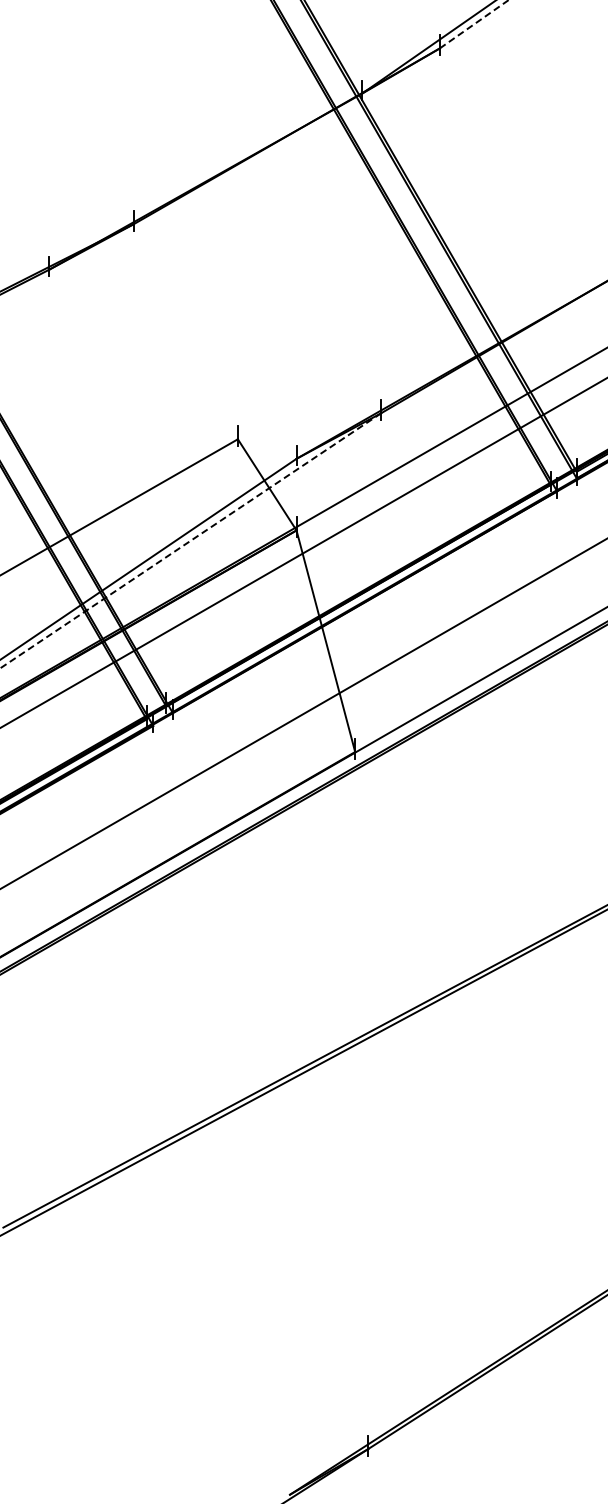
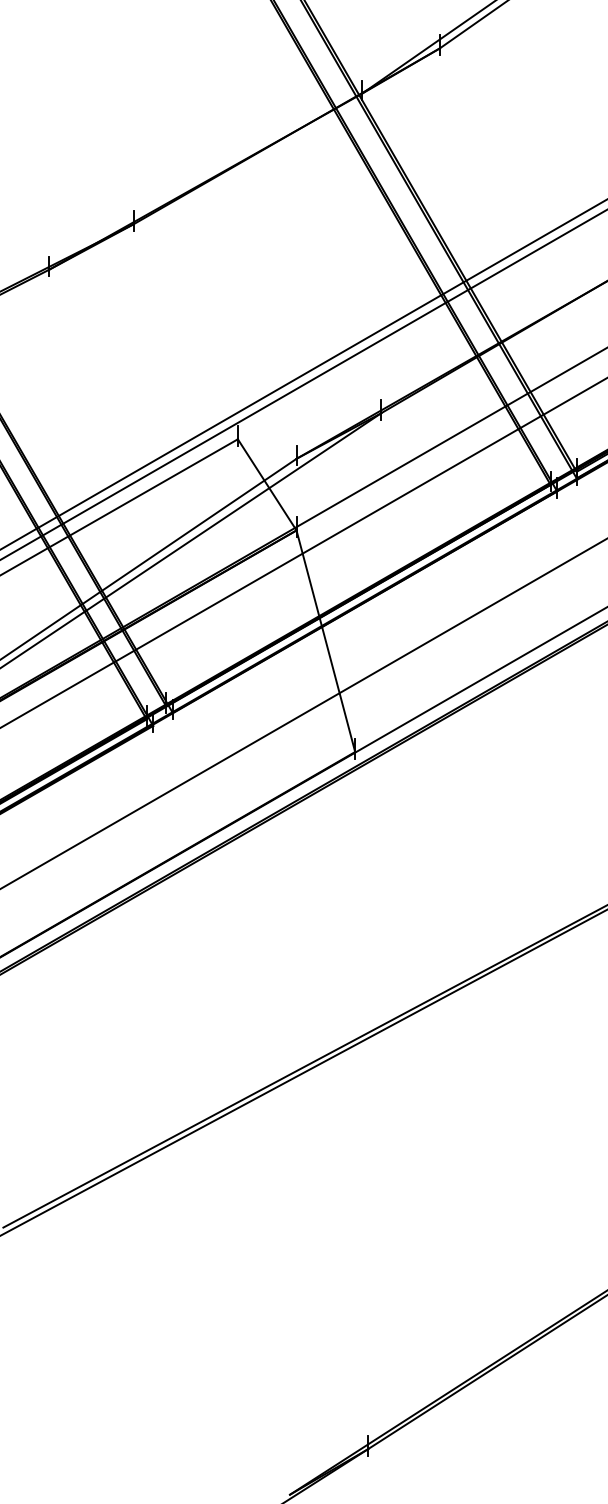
line at (474, 24): dashed -> solid
line at (303, 374): none -> present
line at (303, 384): none -> present
line at (190, 541): dashed -> solid
